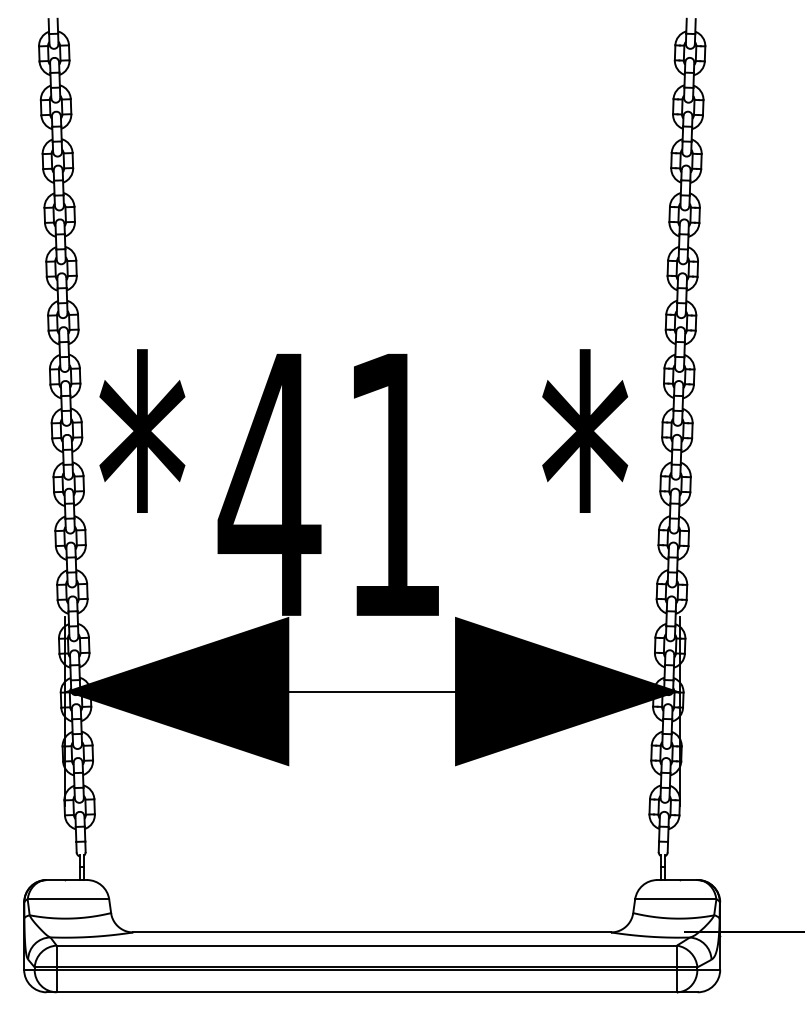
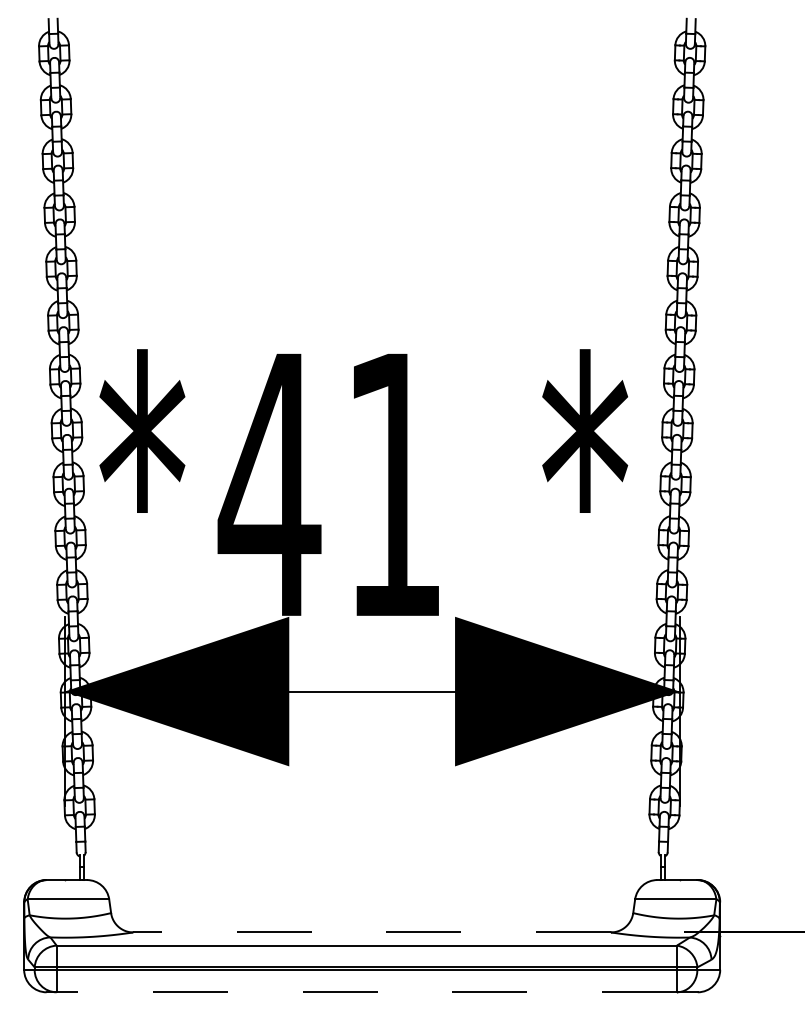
line at (372, 932): solid -> dashed
line at (366, 992): solid -> dashed
